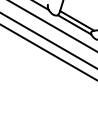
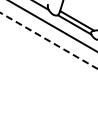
line at (49, 40): solid -> dashed
line at (48, 52): present -> none
